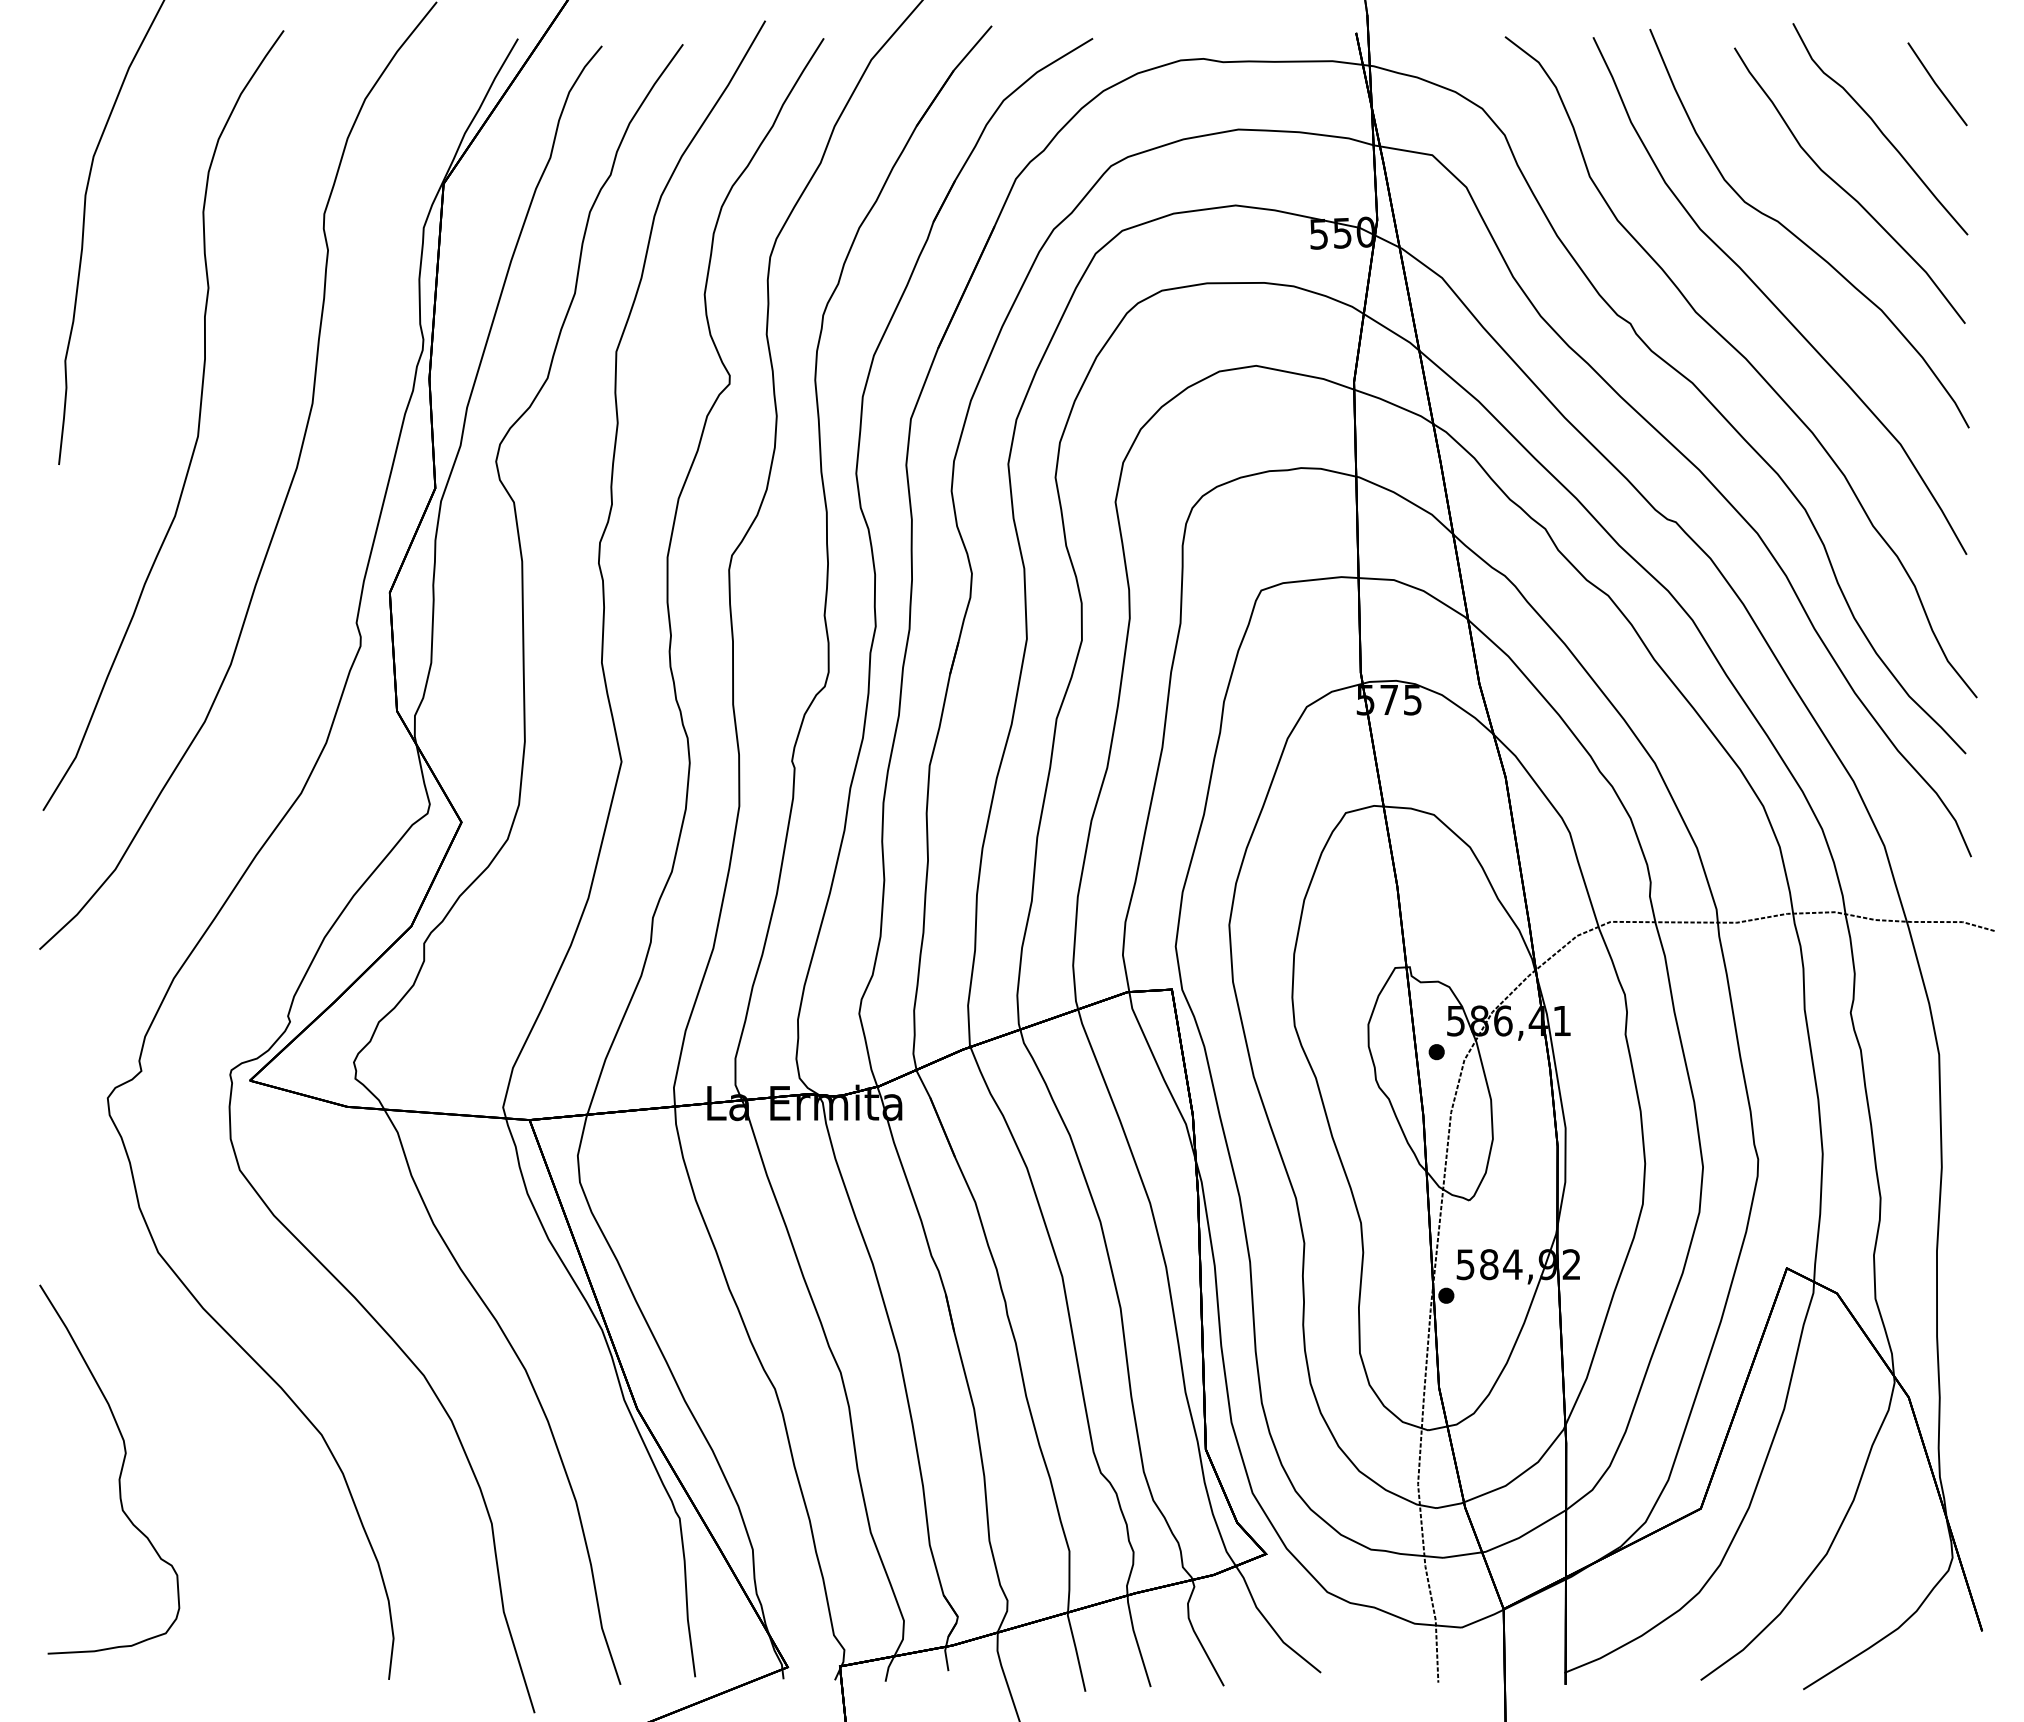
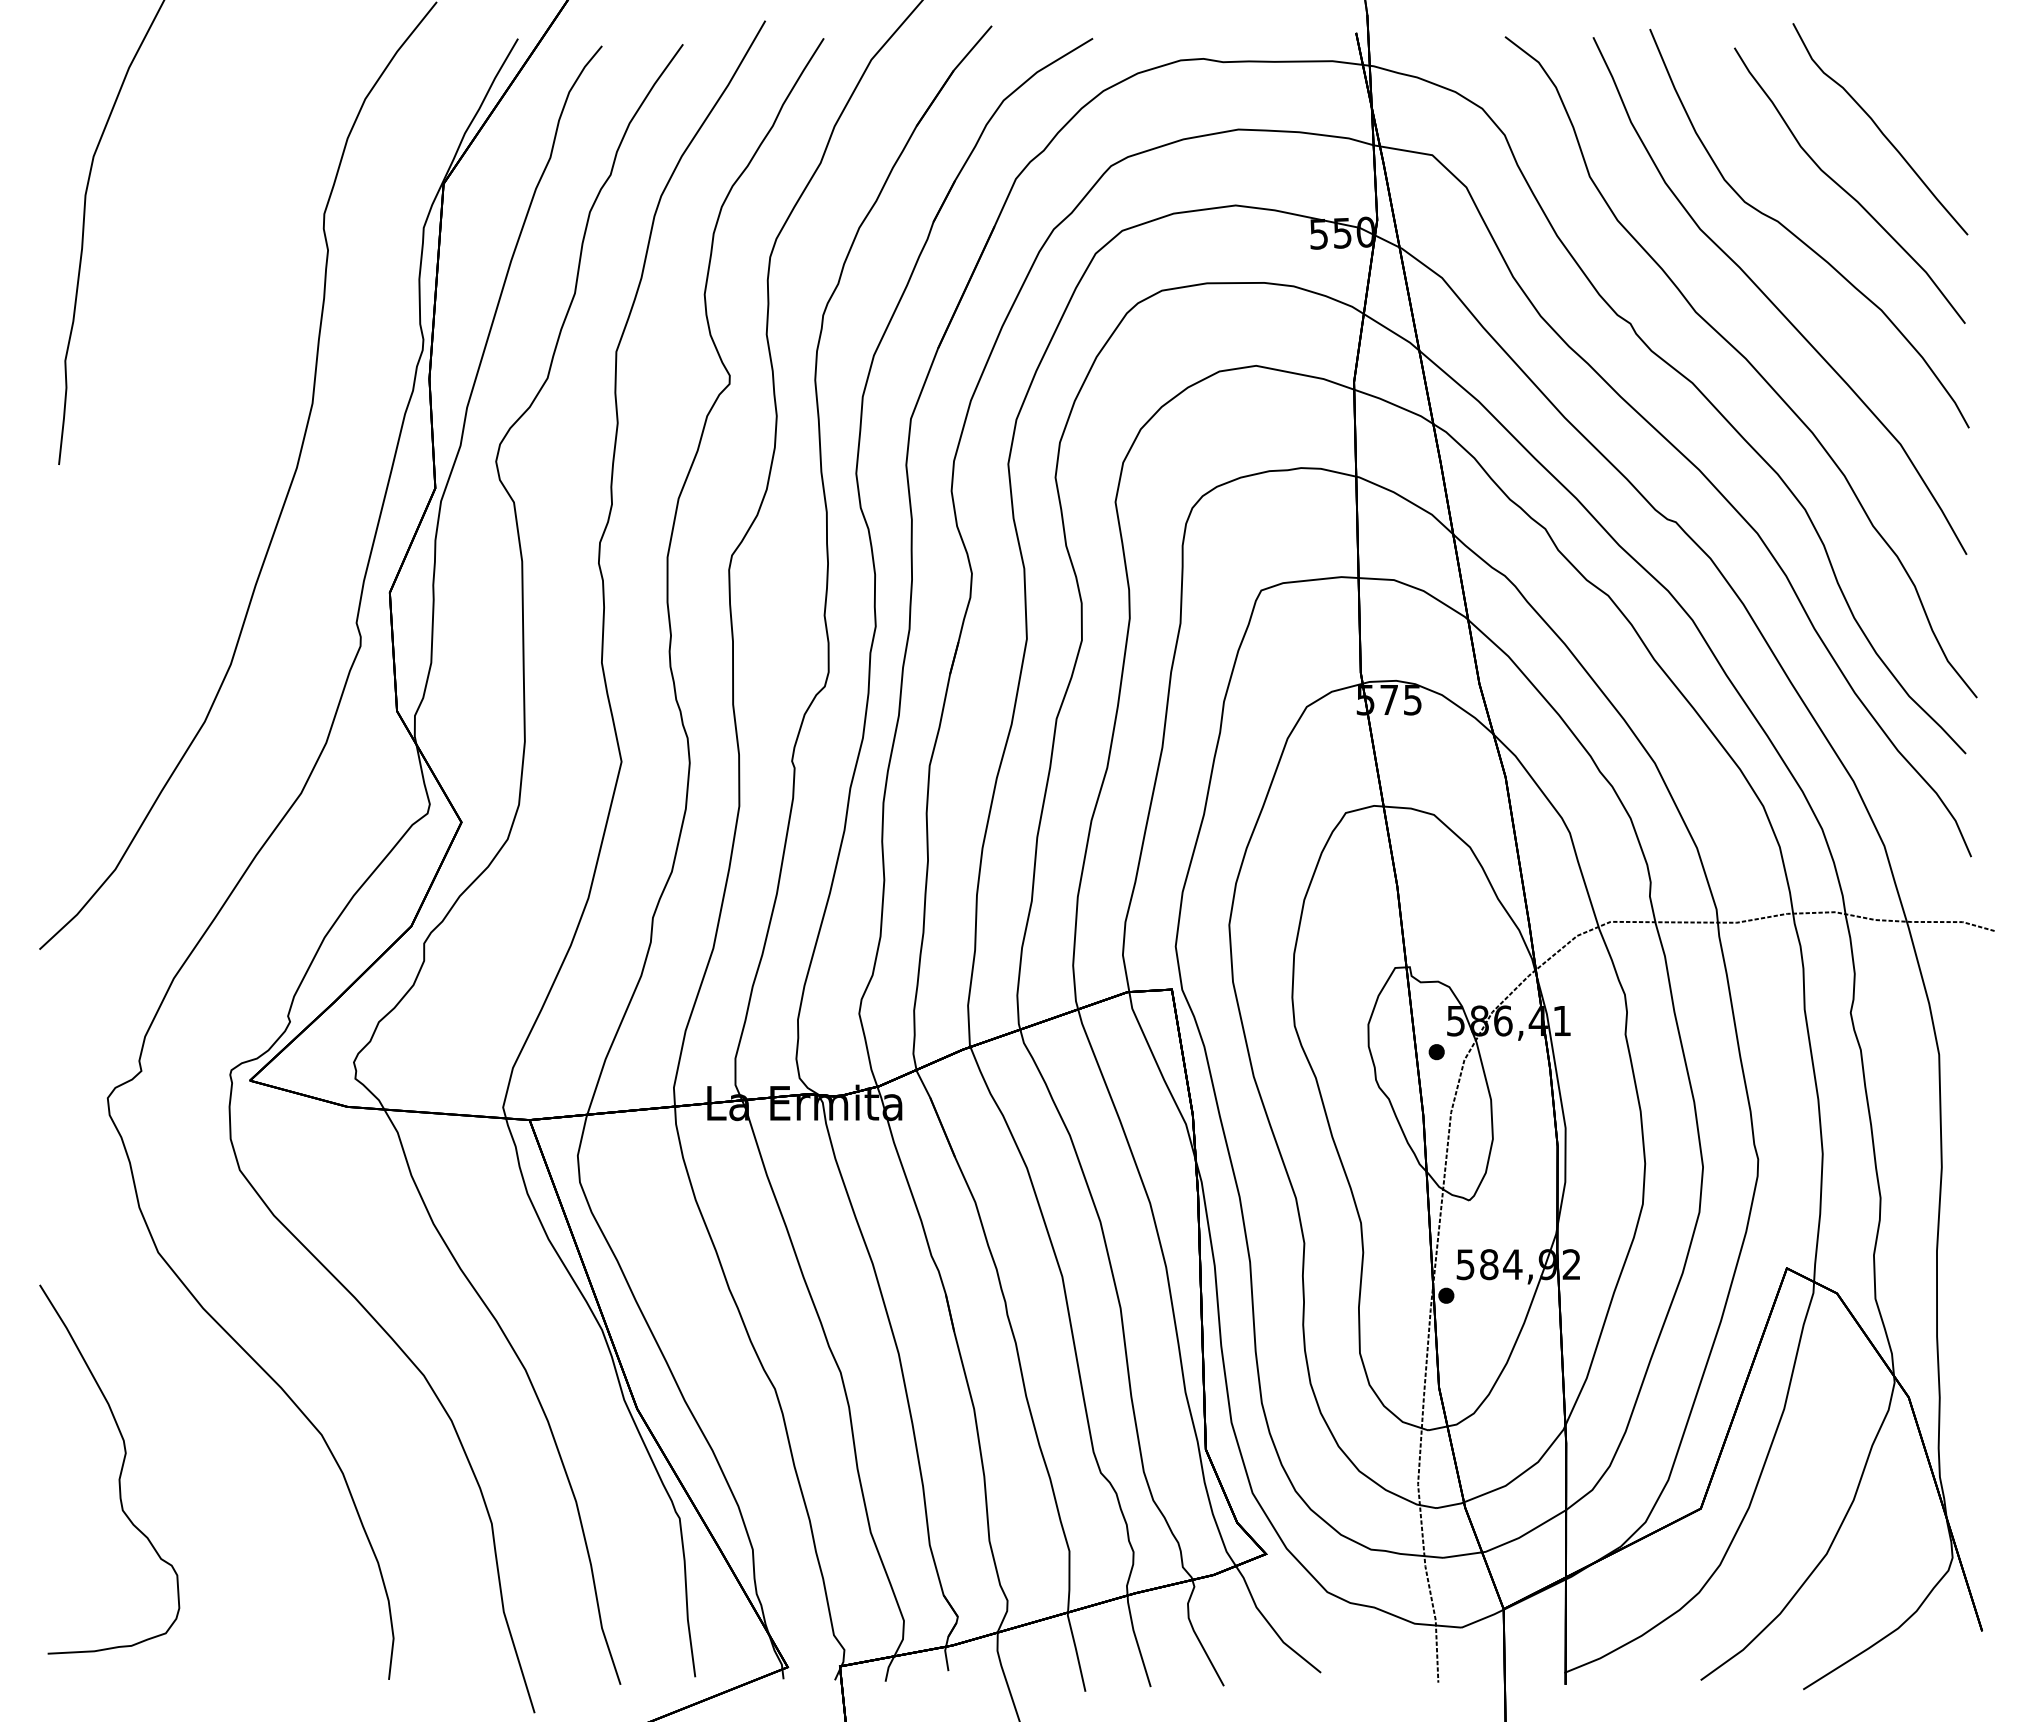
line at (1937, 84): present -> none
part at (197, 428): present -> none
